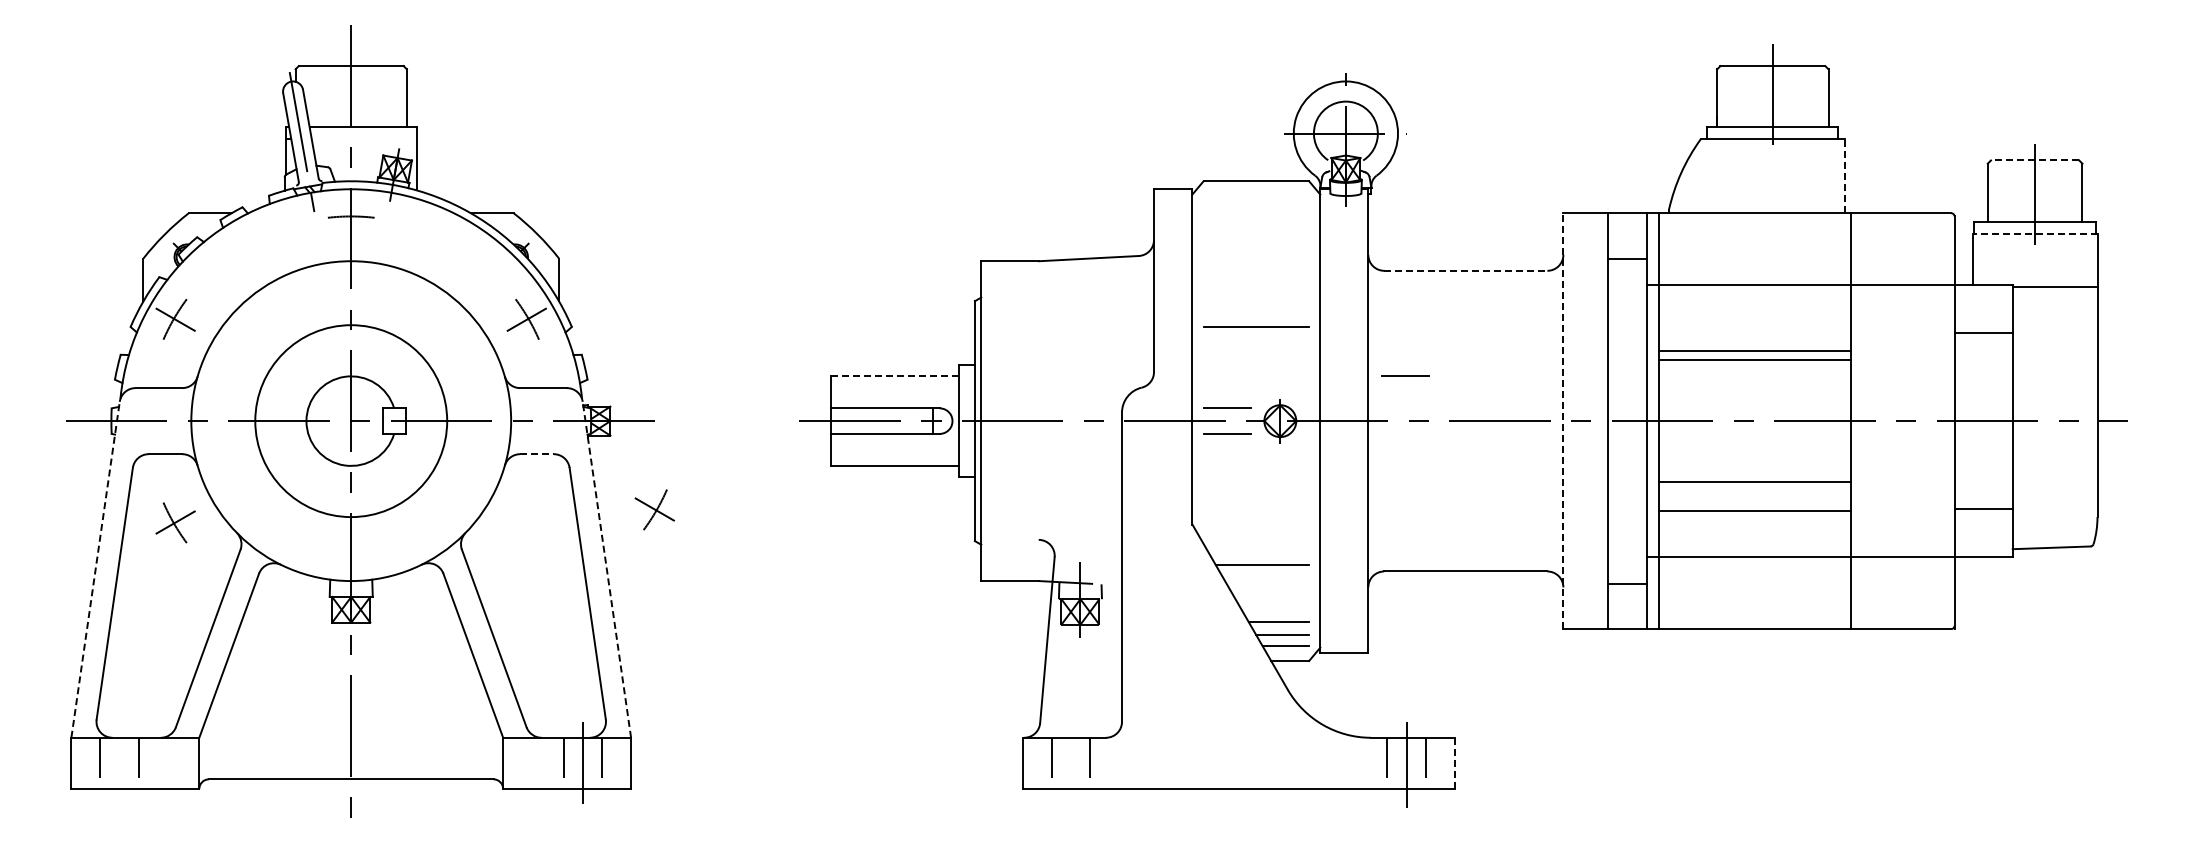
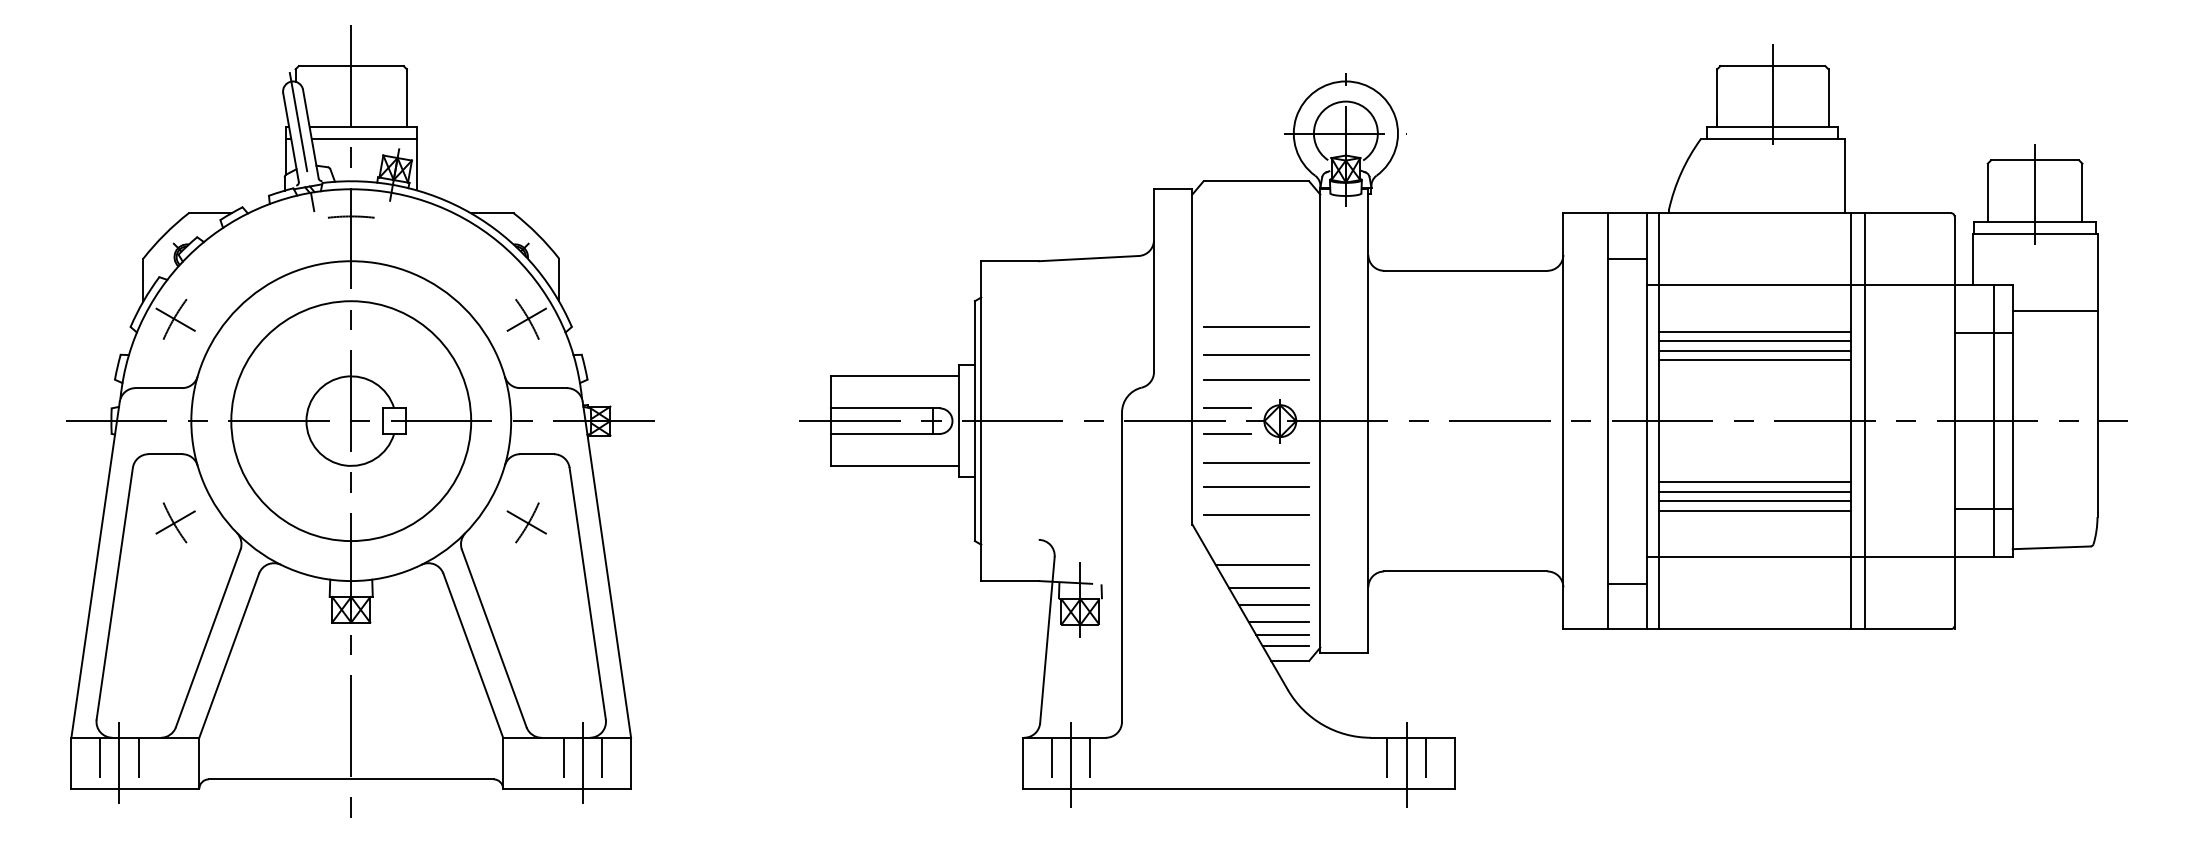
line at (363, 139): none -> present
line at (2034, 160): dashed -> solid
line at (1844, 175): dashed -> solid
line at (2034, 234): dashed -> solid
line at (1465, 270): dashed -> solid
line at (2054, 287) position: (2054, 287) -> (2054, 311)
line at (1754, 331): none -> present
line at (1754, 341): none -> present
line at (1256, 354): none -> present
line at (1405, 375): present -> none
line at (894, 376): dashed -> solid
line at (1256, 379): none -> present
circle at (351, 421) diameter: 192 px -> 240 px
line at (1563, 421): dashed -> solid
line at (1864, 421): none -> present
line at (1993, 421): none -> present
line at (536, 454): dashed -> solid
line at (1256, 462): none -> present
line at (1256, 487): none -> present
line at (1754, 491): none -> present
line at (1754, 501): none -> present
part at (654, 509) position: (654, 509) -> (526, 522)
line at (1256, 515): none -> present
line at (95, 569): dashed -> solid
line at (606, 569): dashed -> solid
line at (1268, 587): none -> present
line at (1273, 605): none -> present
line at (119, 762): none -> present
line at (1454, 763): dashed -> solid
line at (1070, 764): none -> present
